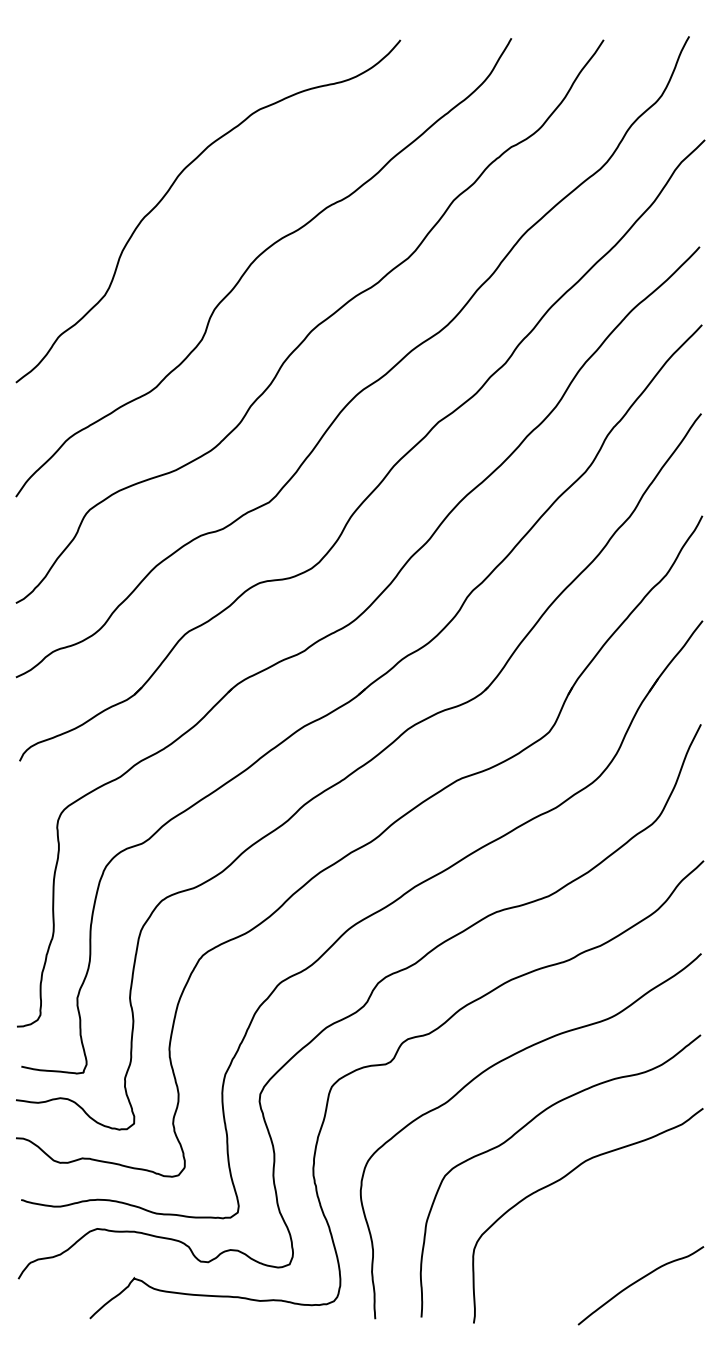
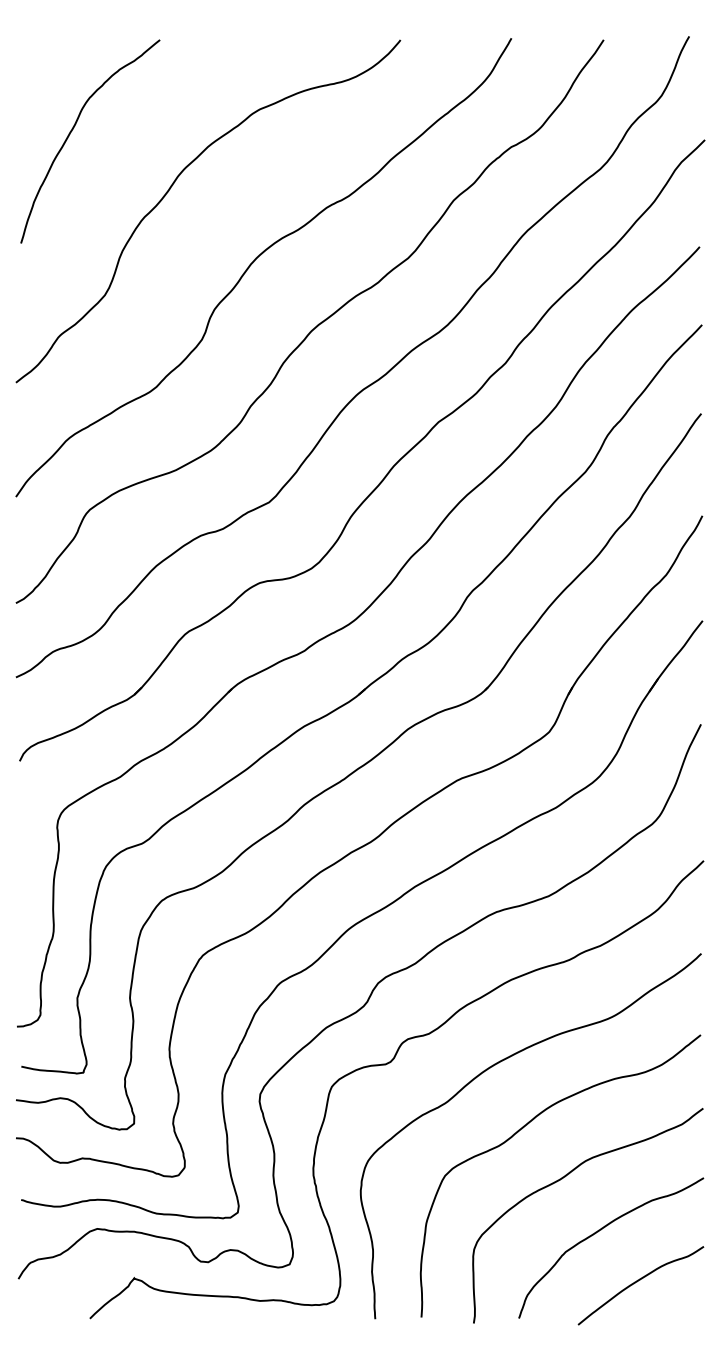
curve at (72, 131): none -> present
curve at (601, 1230): none -> present
